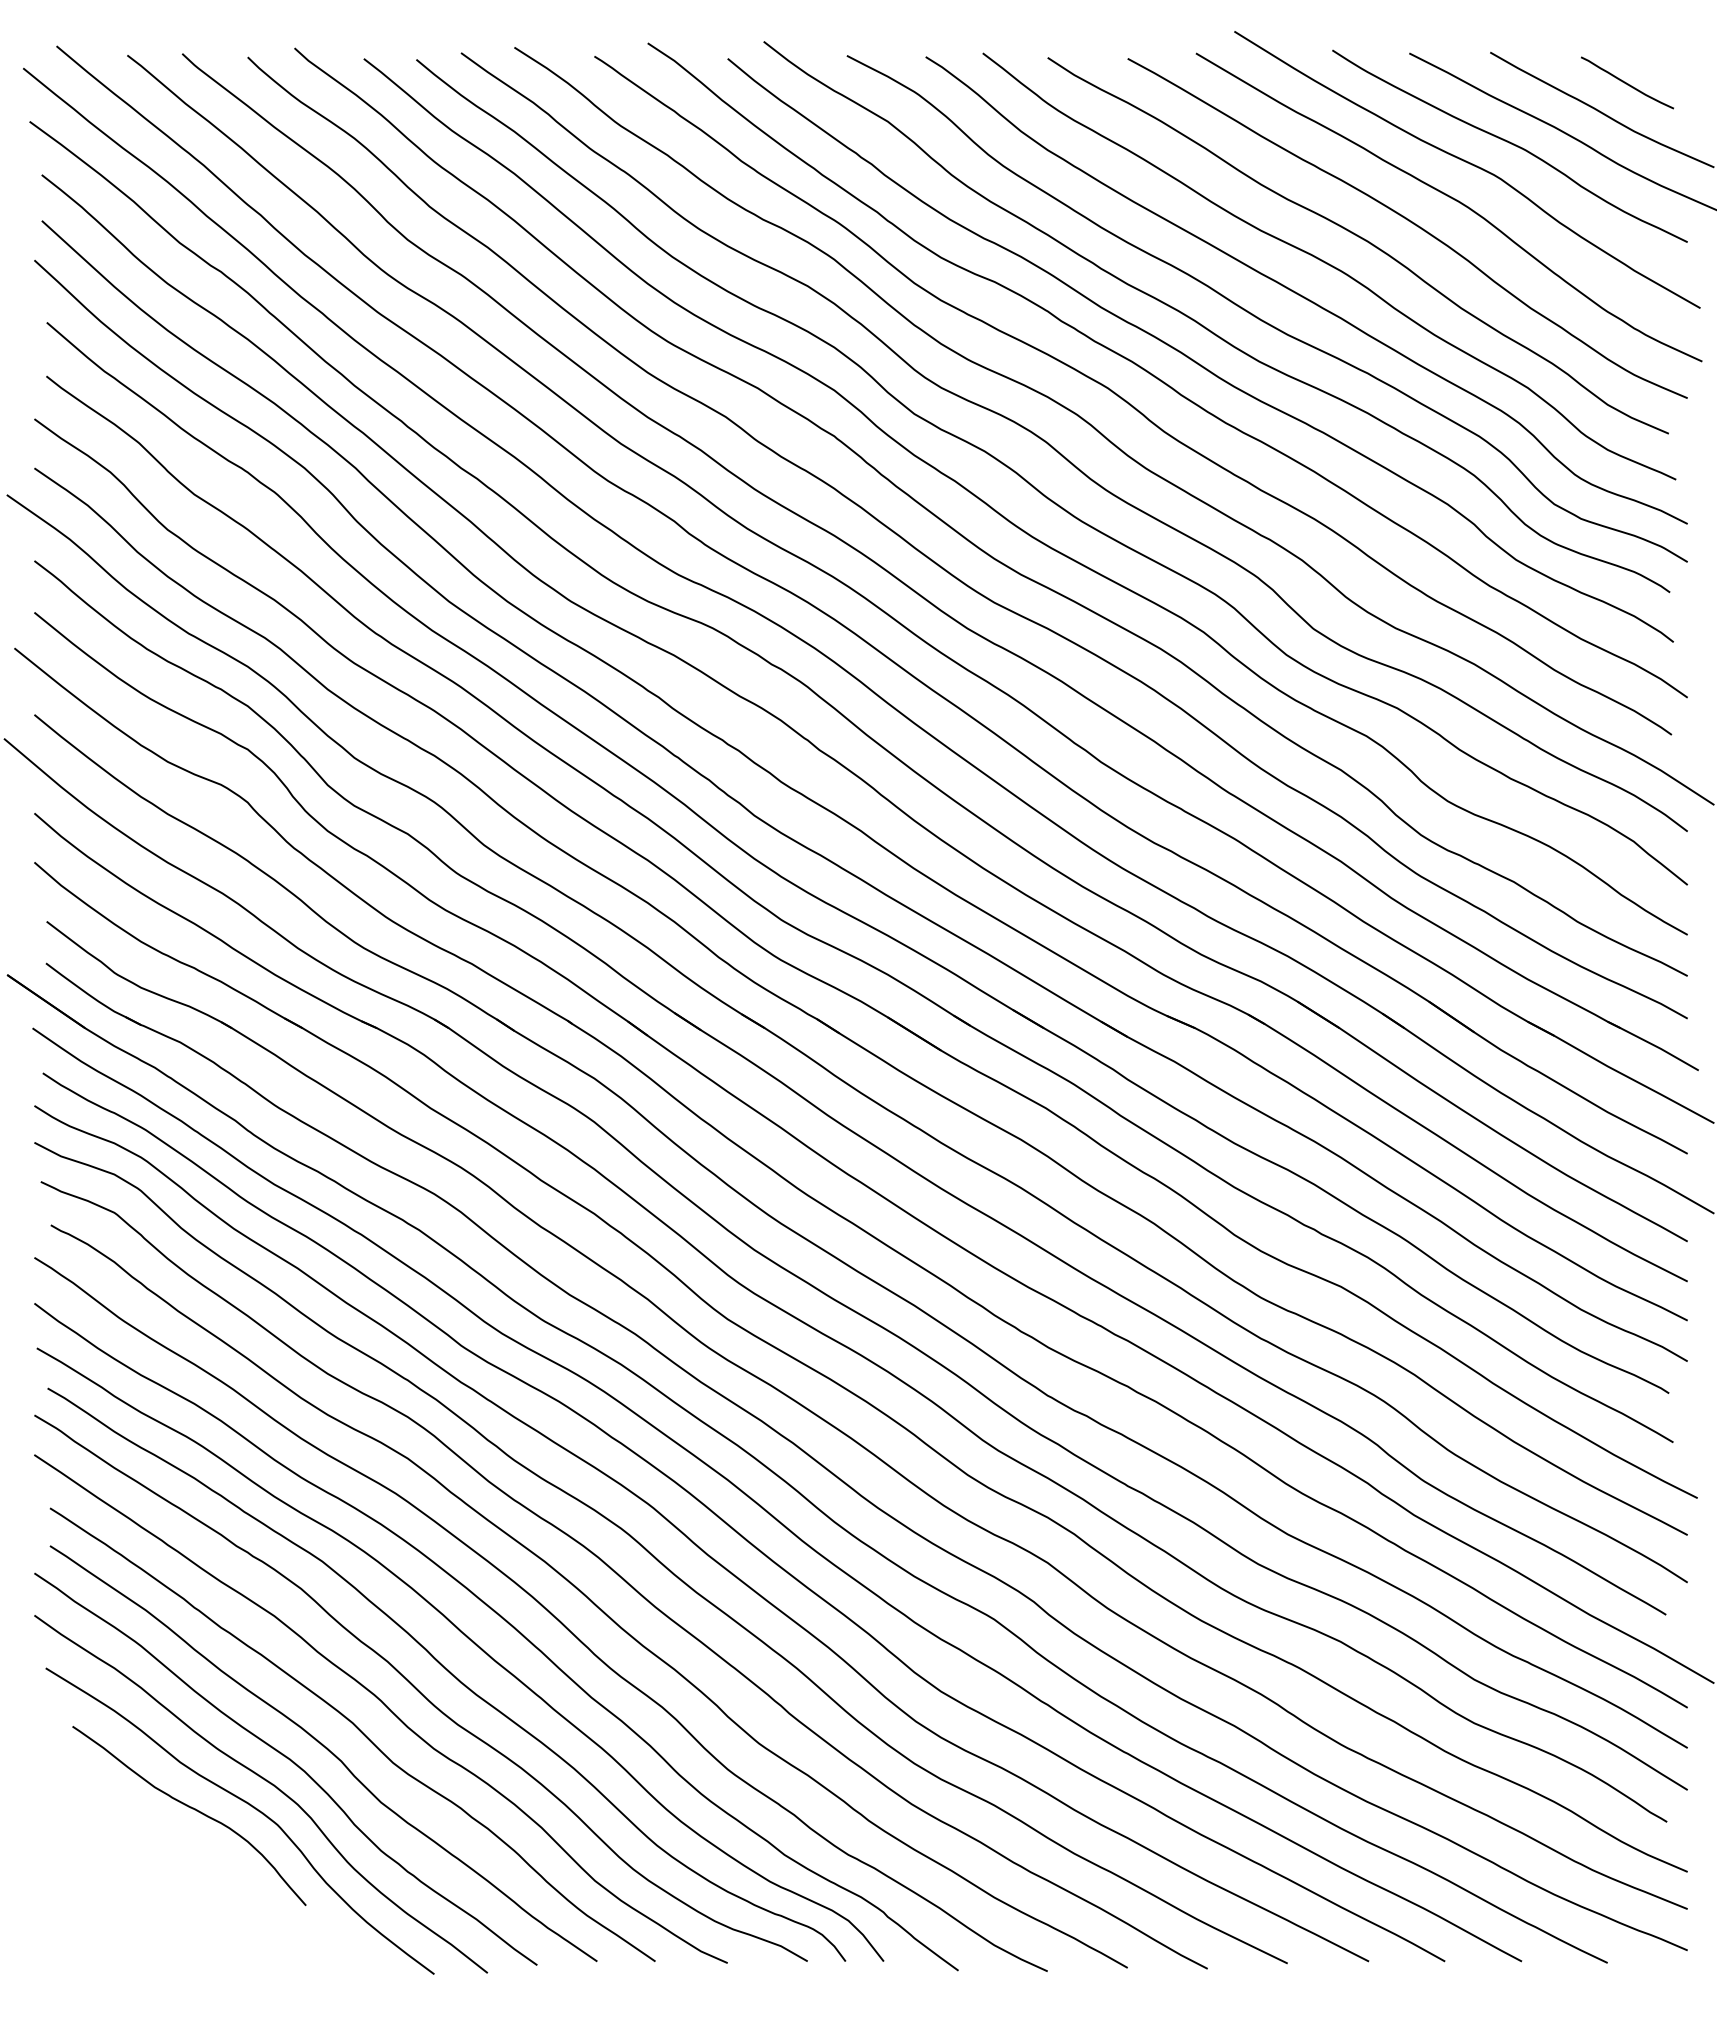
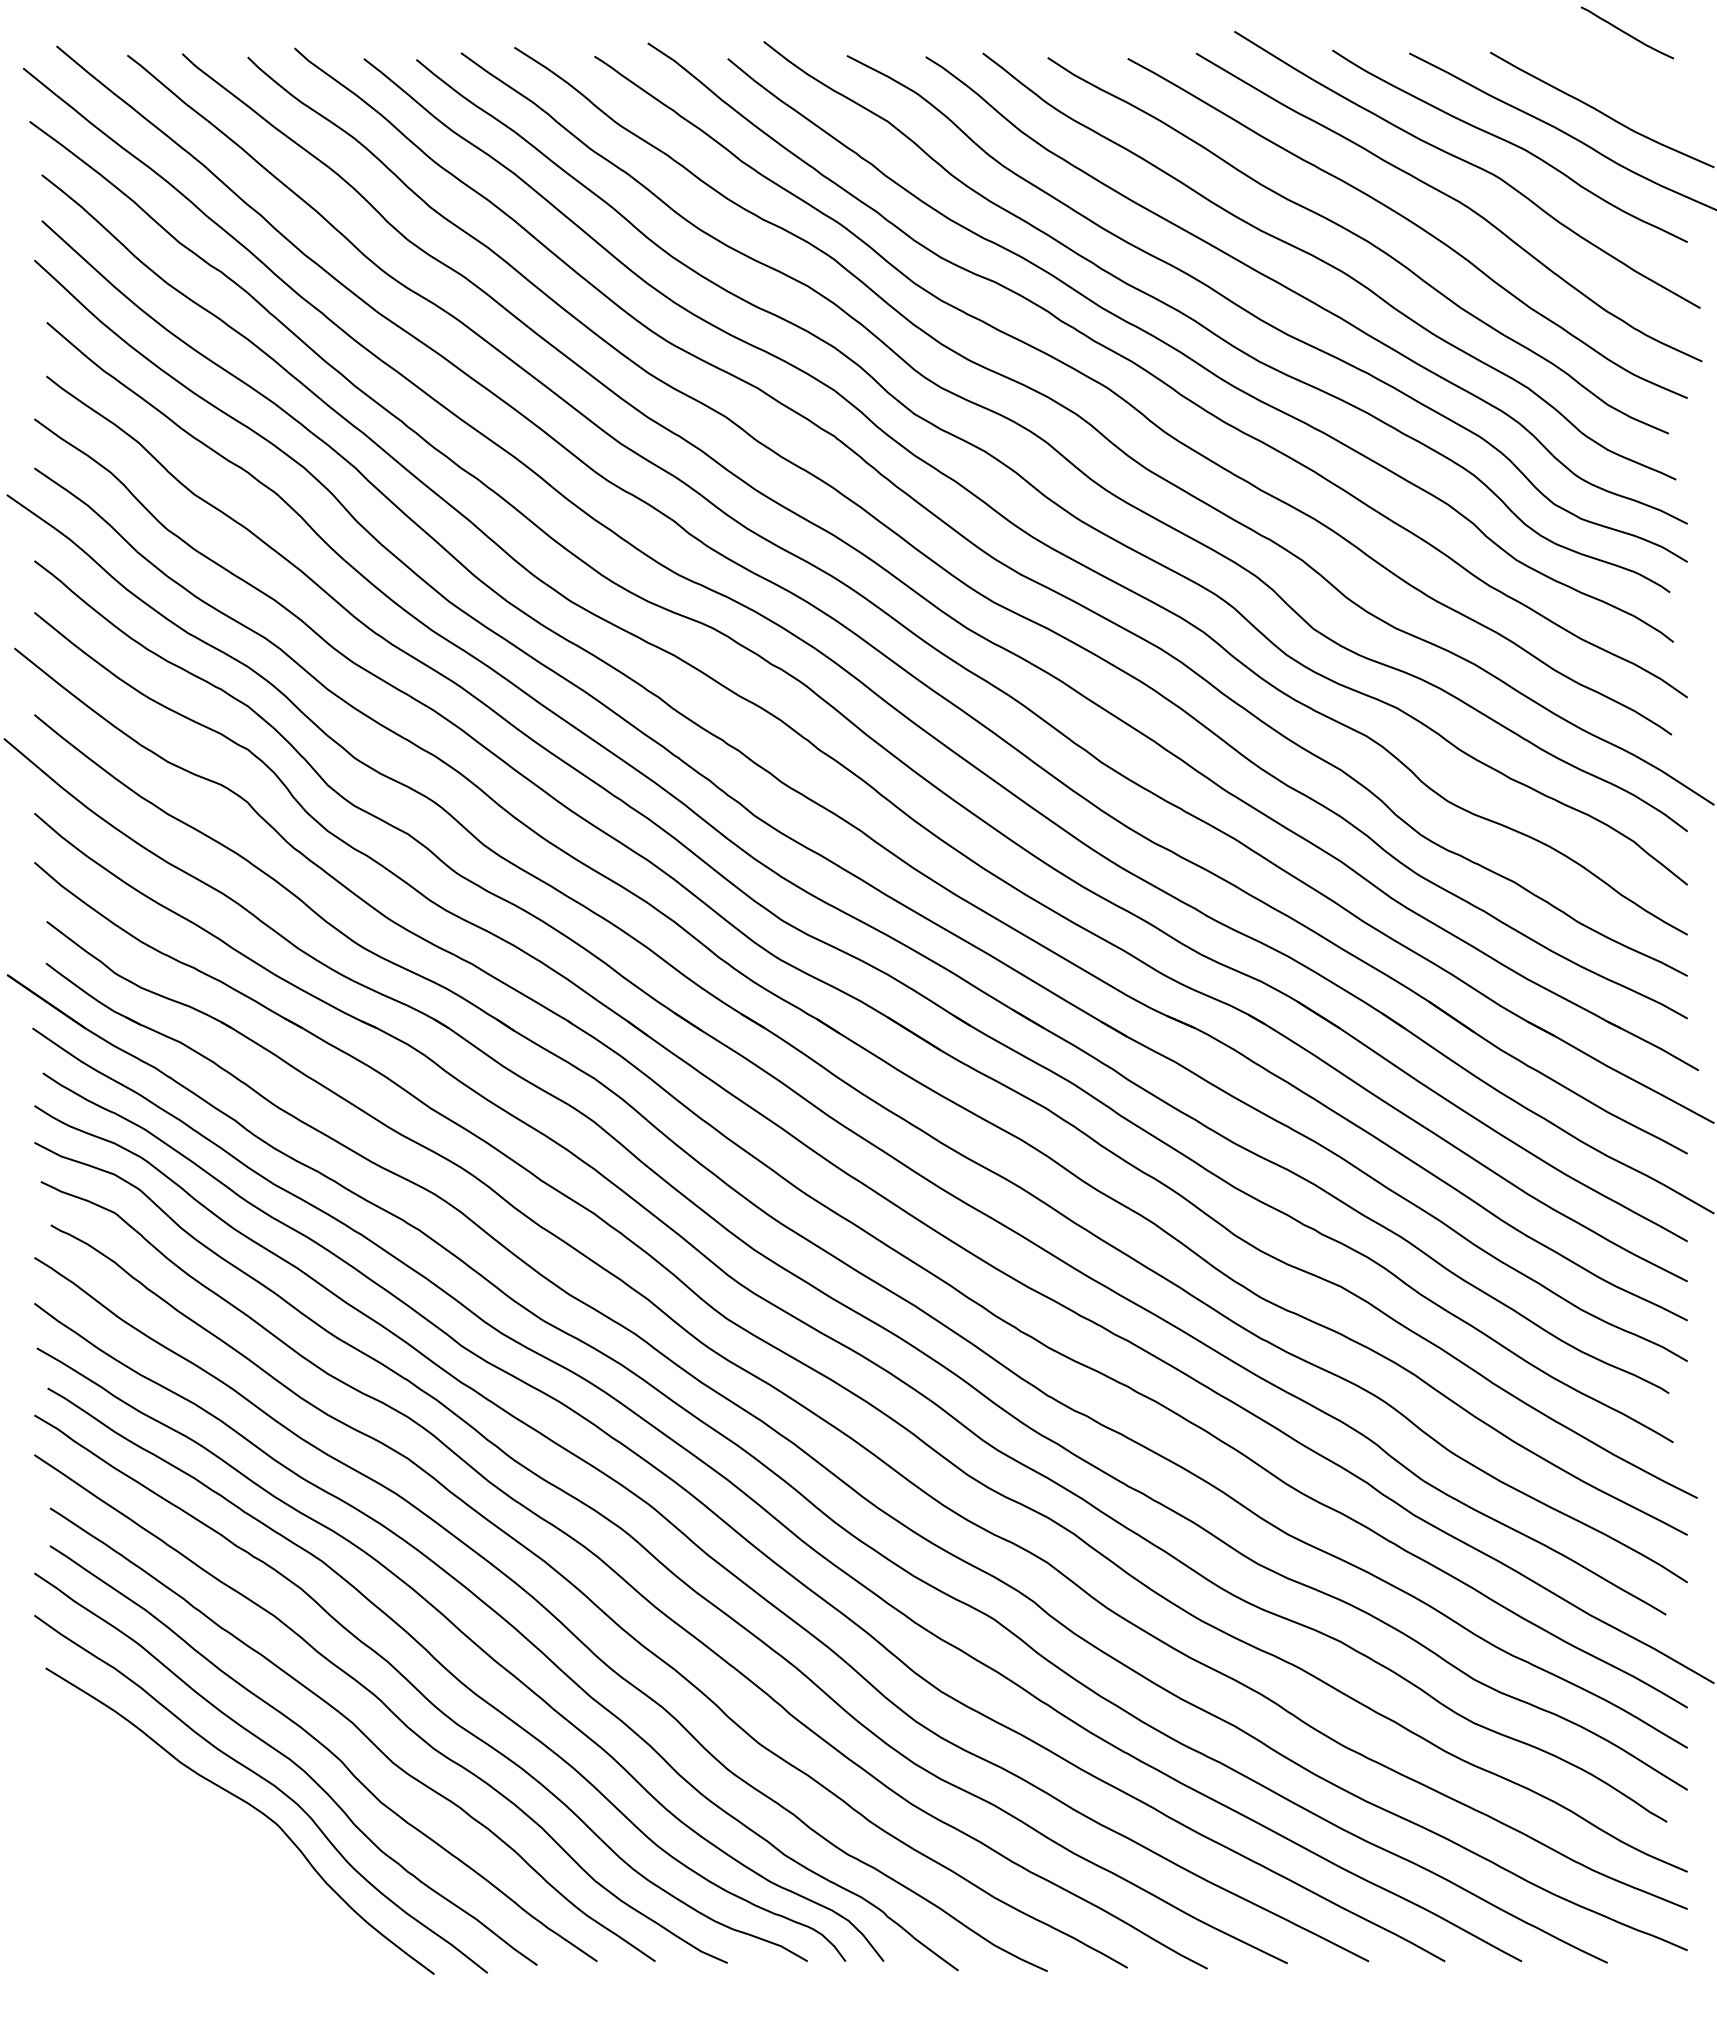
curve at (1626, 82) position: (1626, 82) -> (1626, 32)
curve at (192, 1809): present -> none
